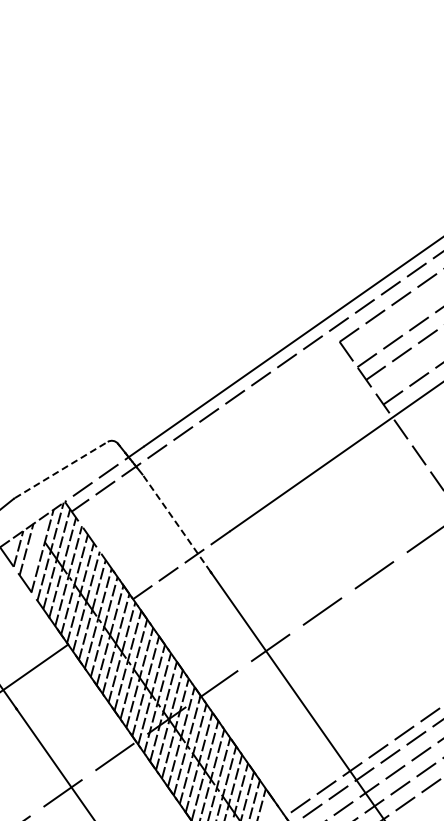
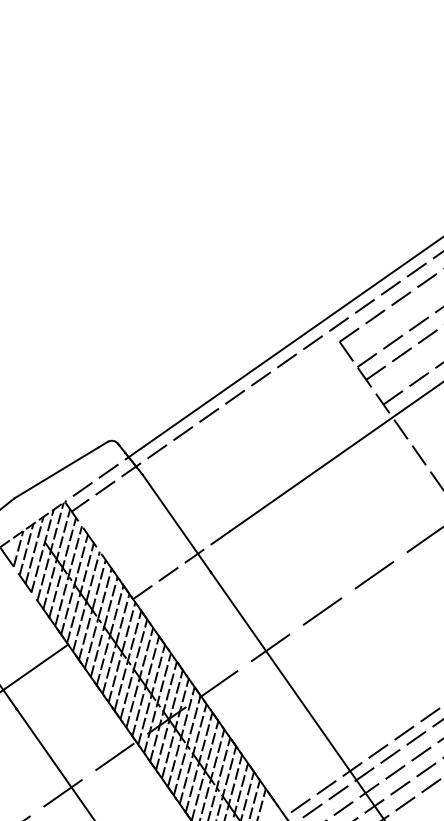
line at (61, 469): dashed -> solid
line at (176, 522): dashed -> solid
line at (34, 549): none -> present
